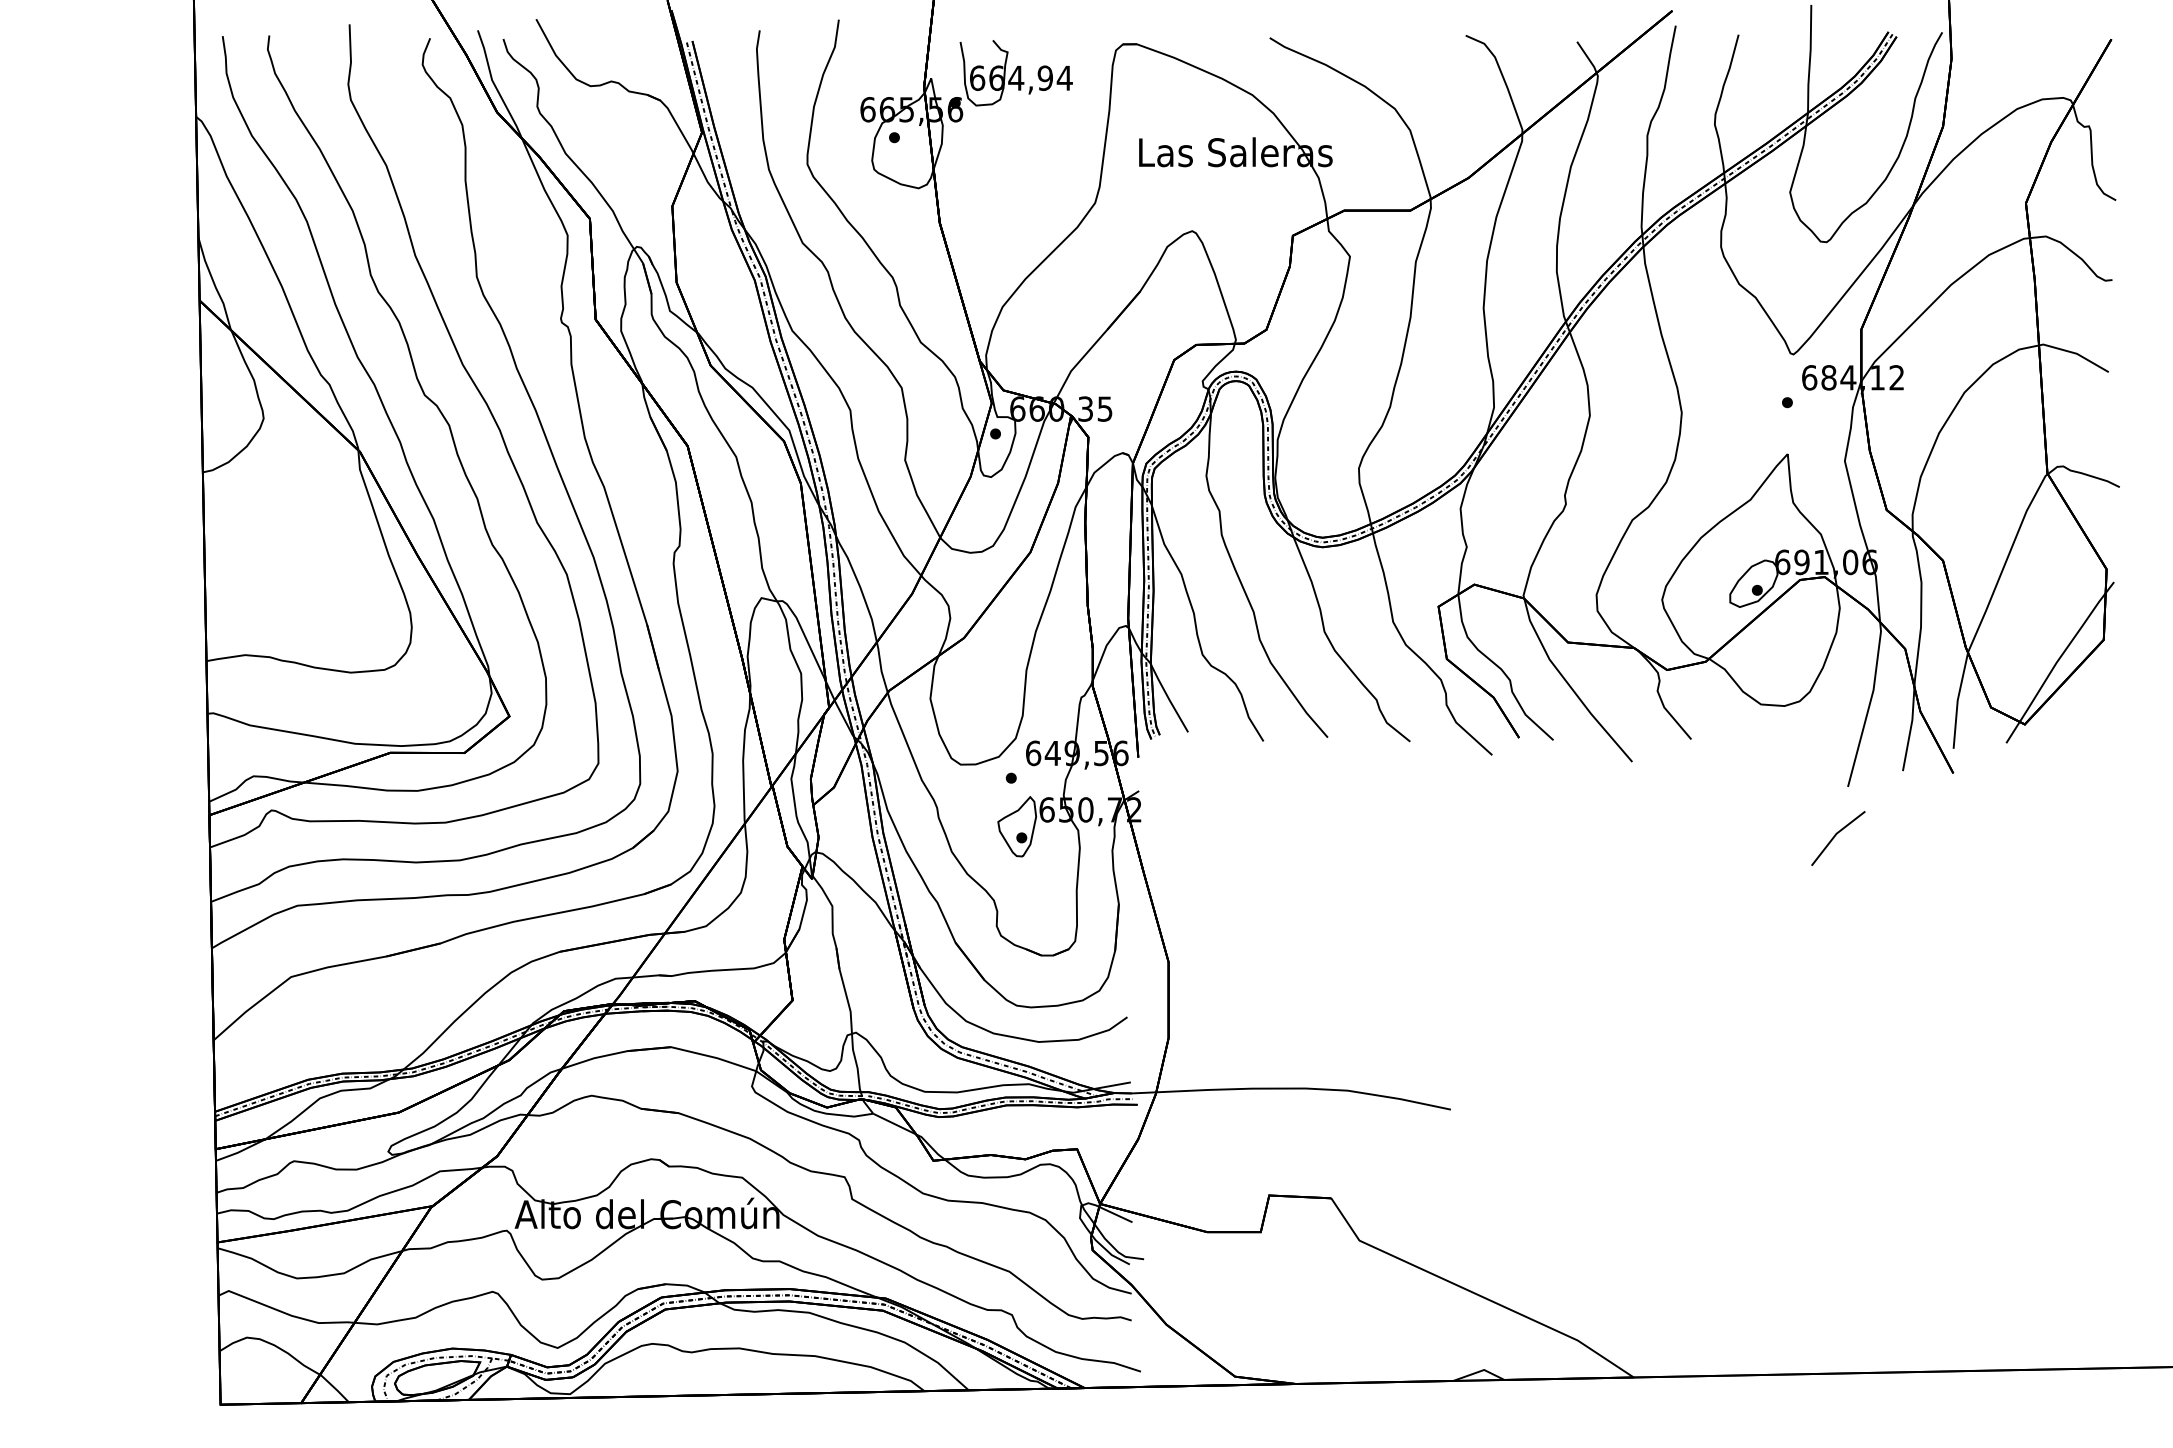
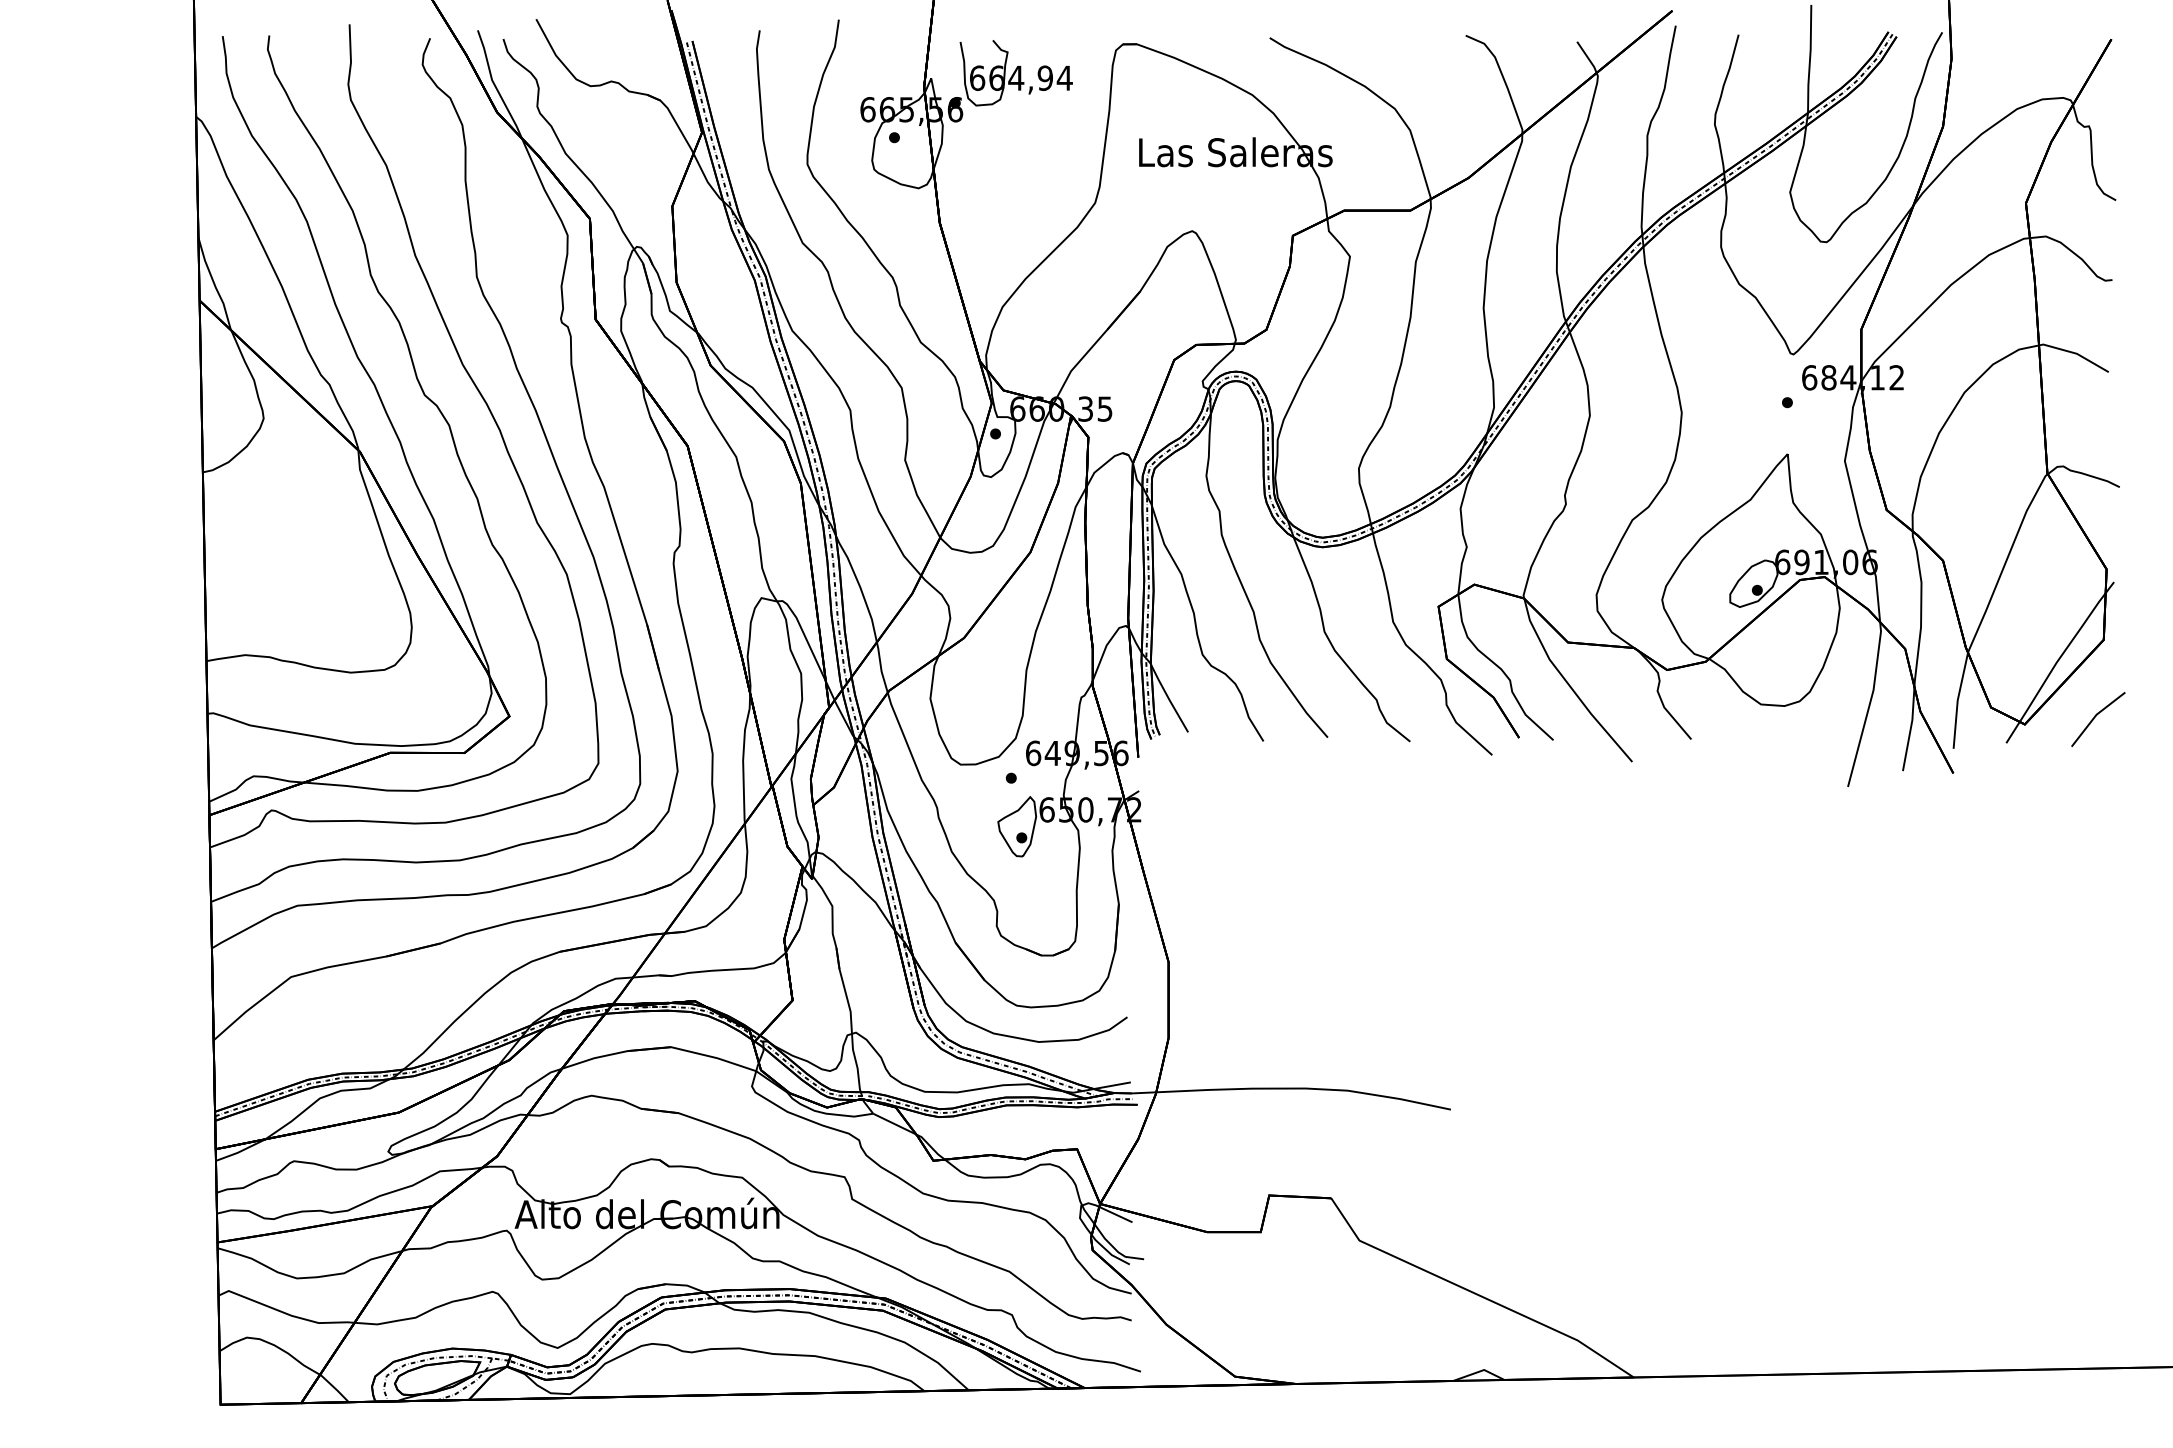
line at (1836, 835) position: (1836, 835) -> (2096, 716)
